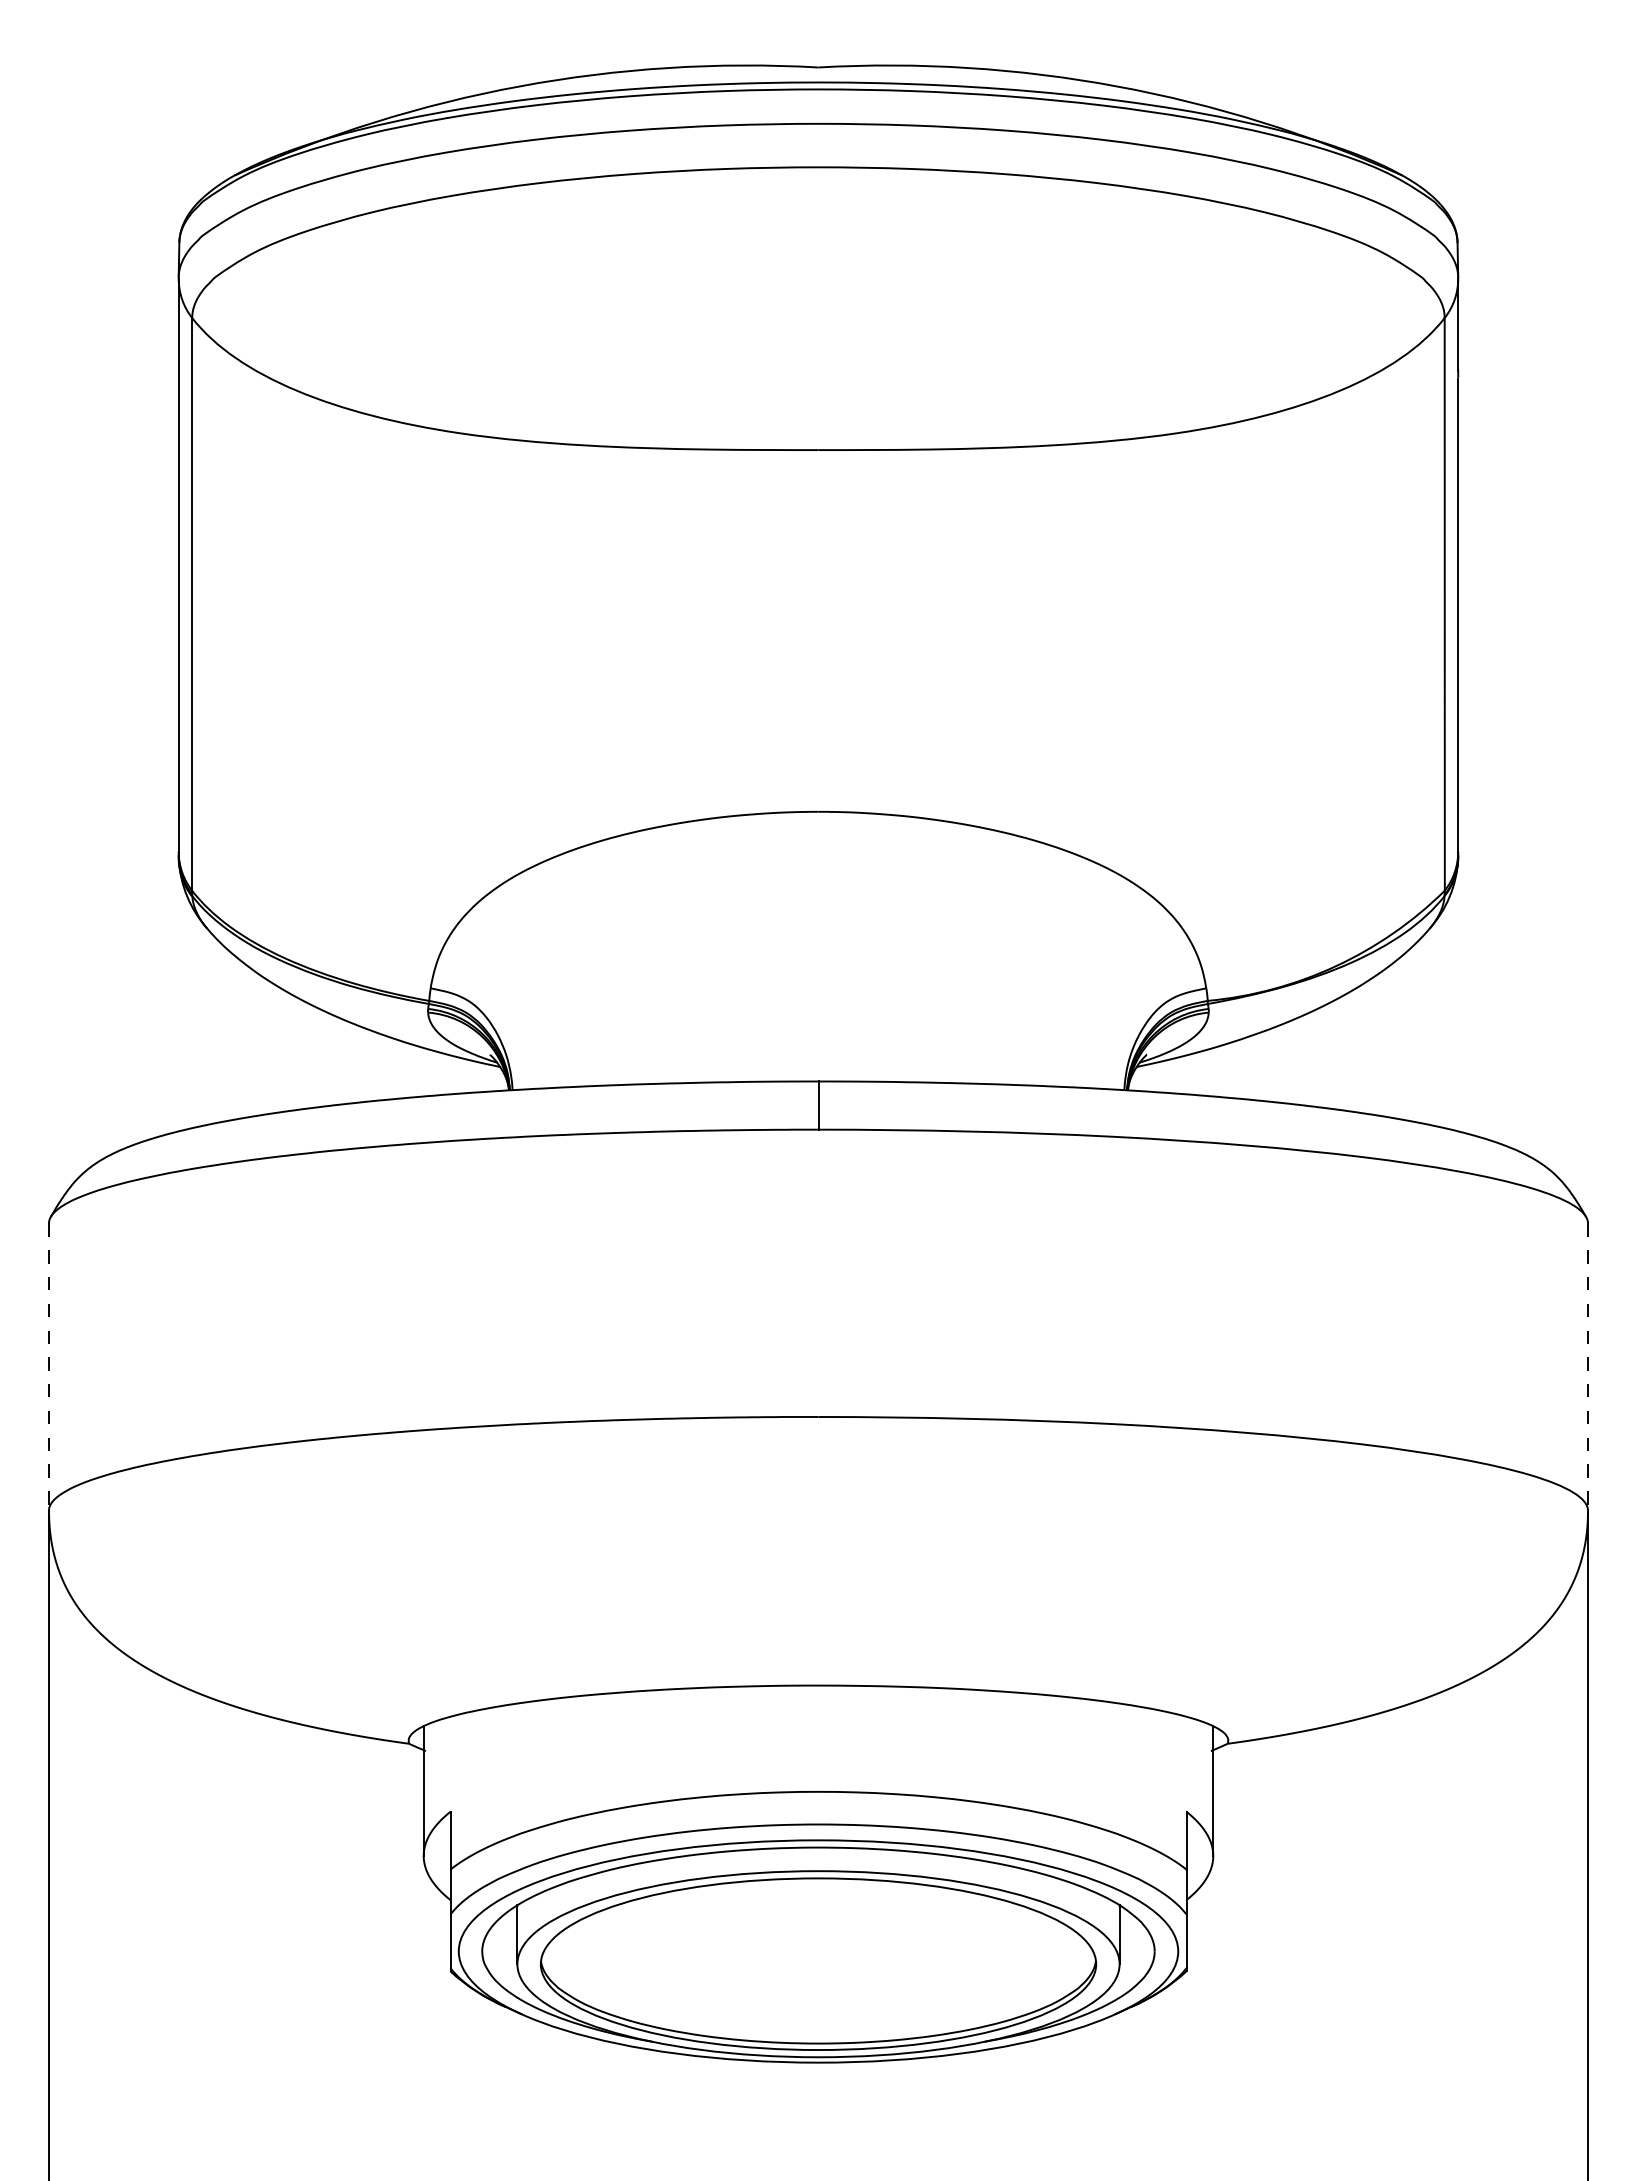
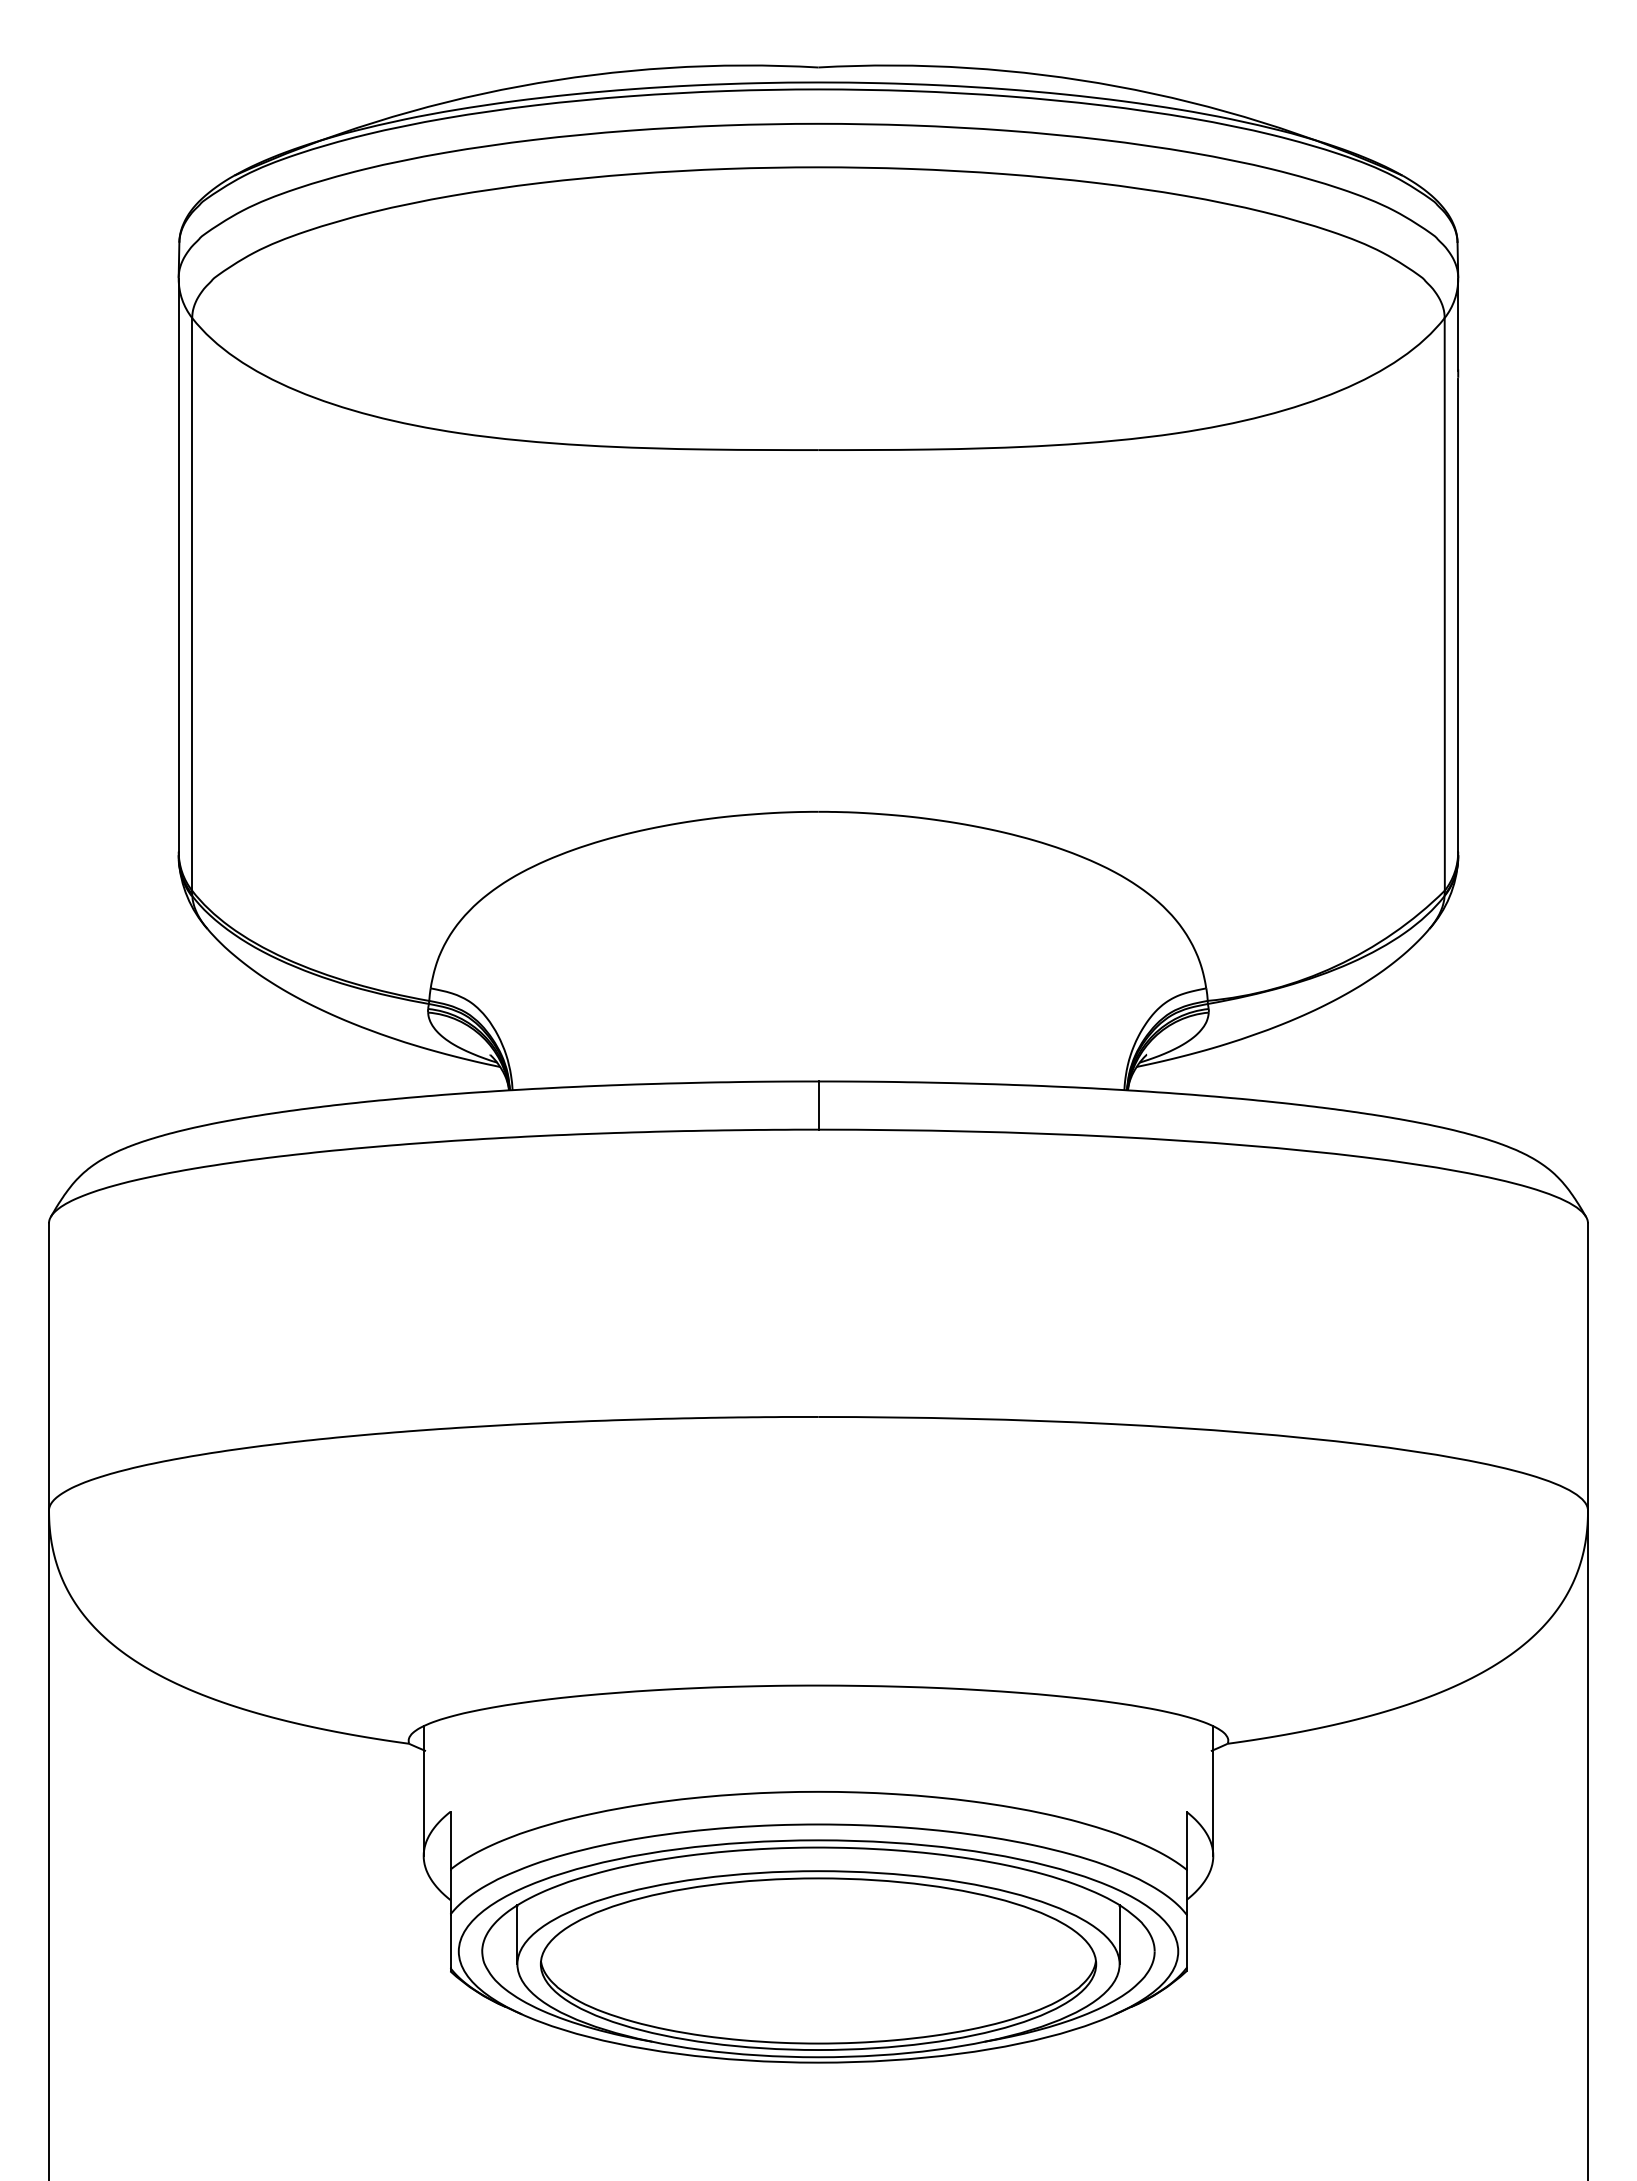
line at (49, 1367): dashed -> solid
line at (1588, 1367): dashed -> solid
